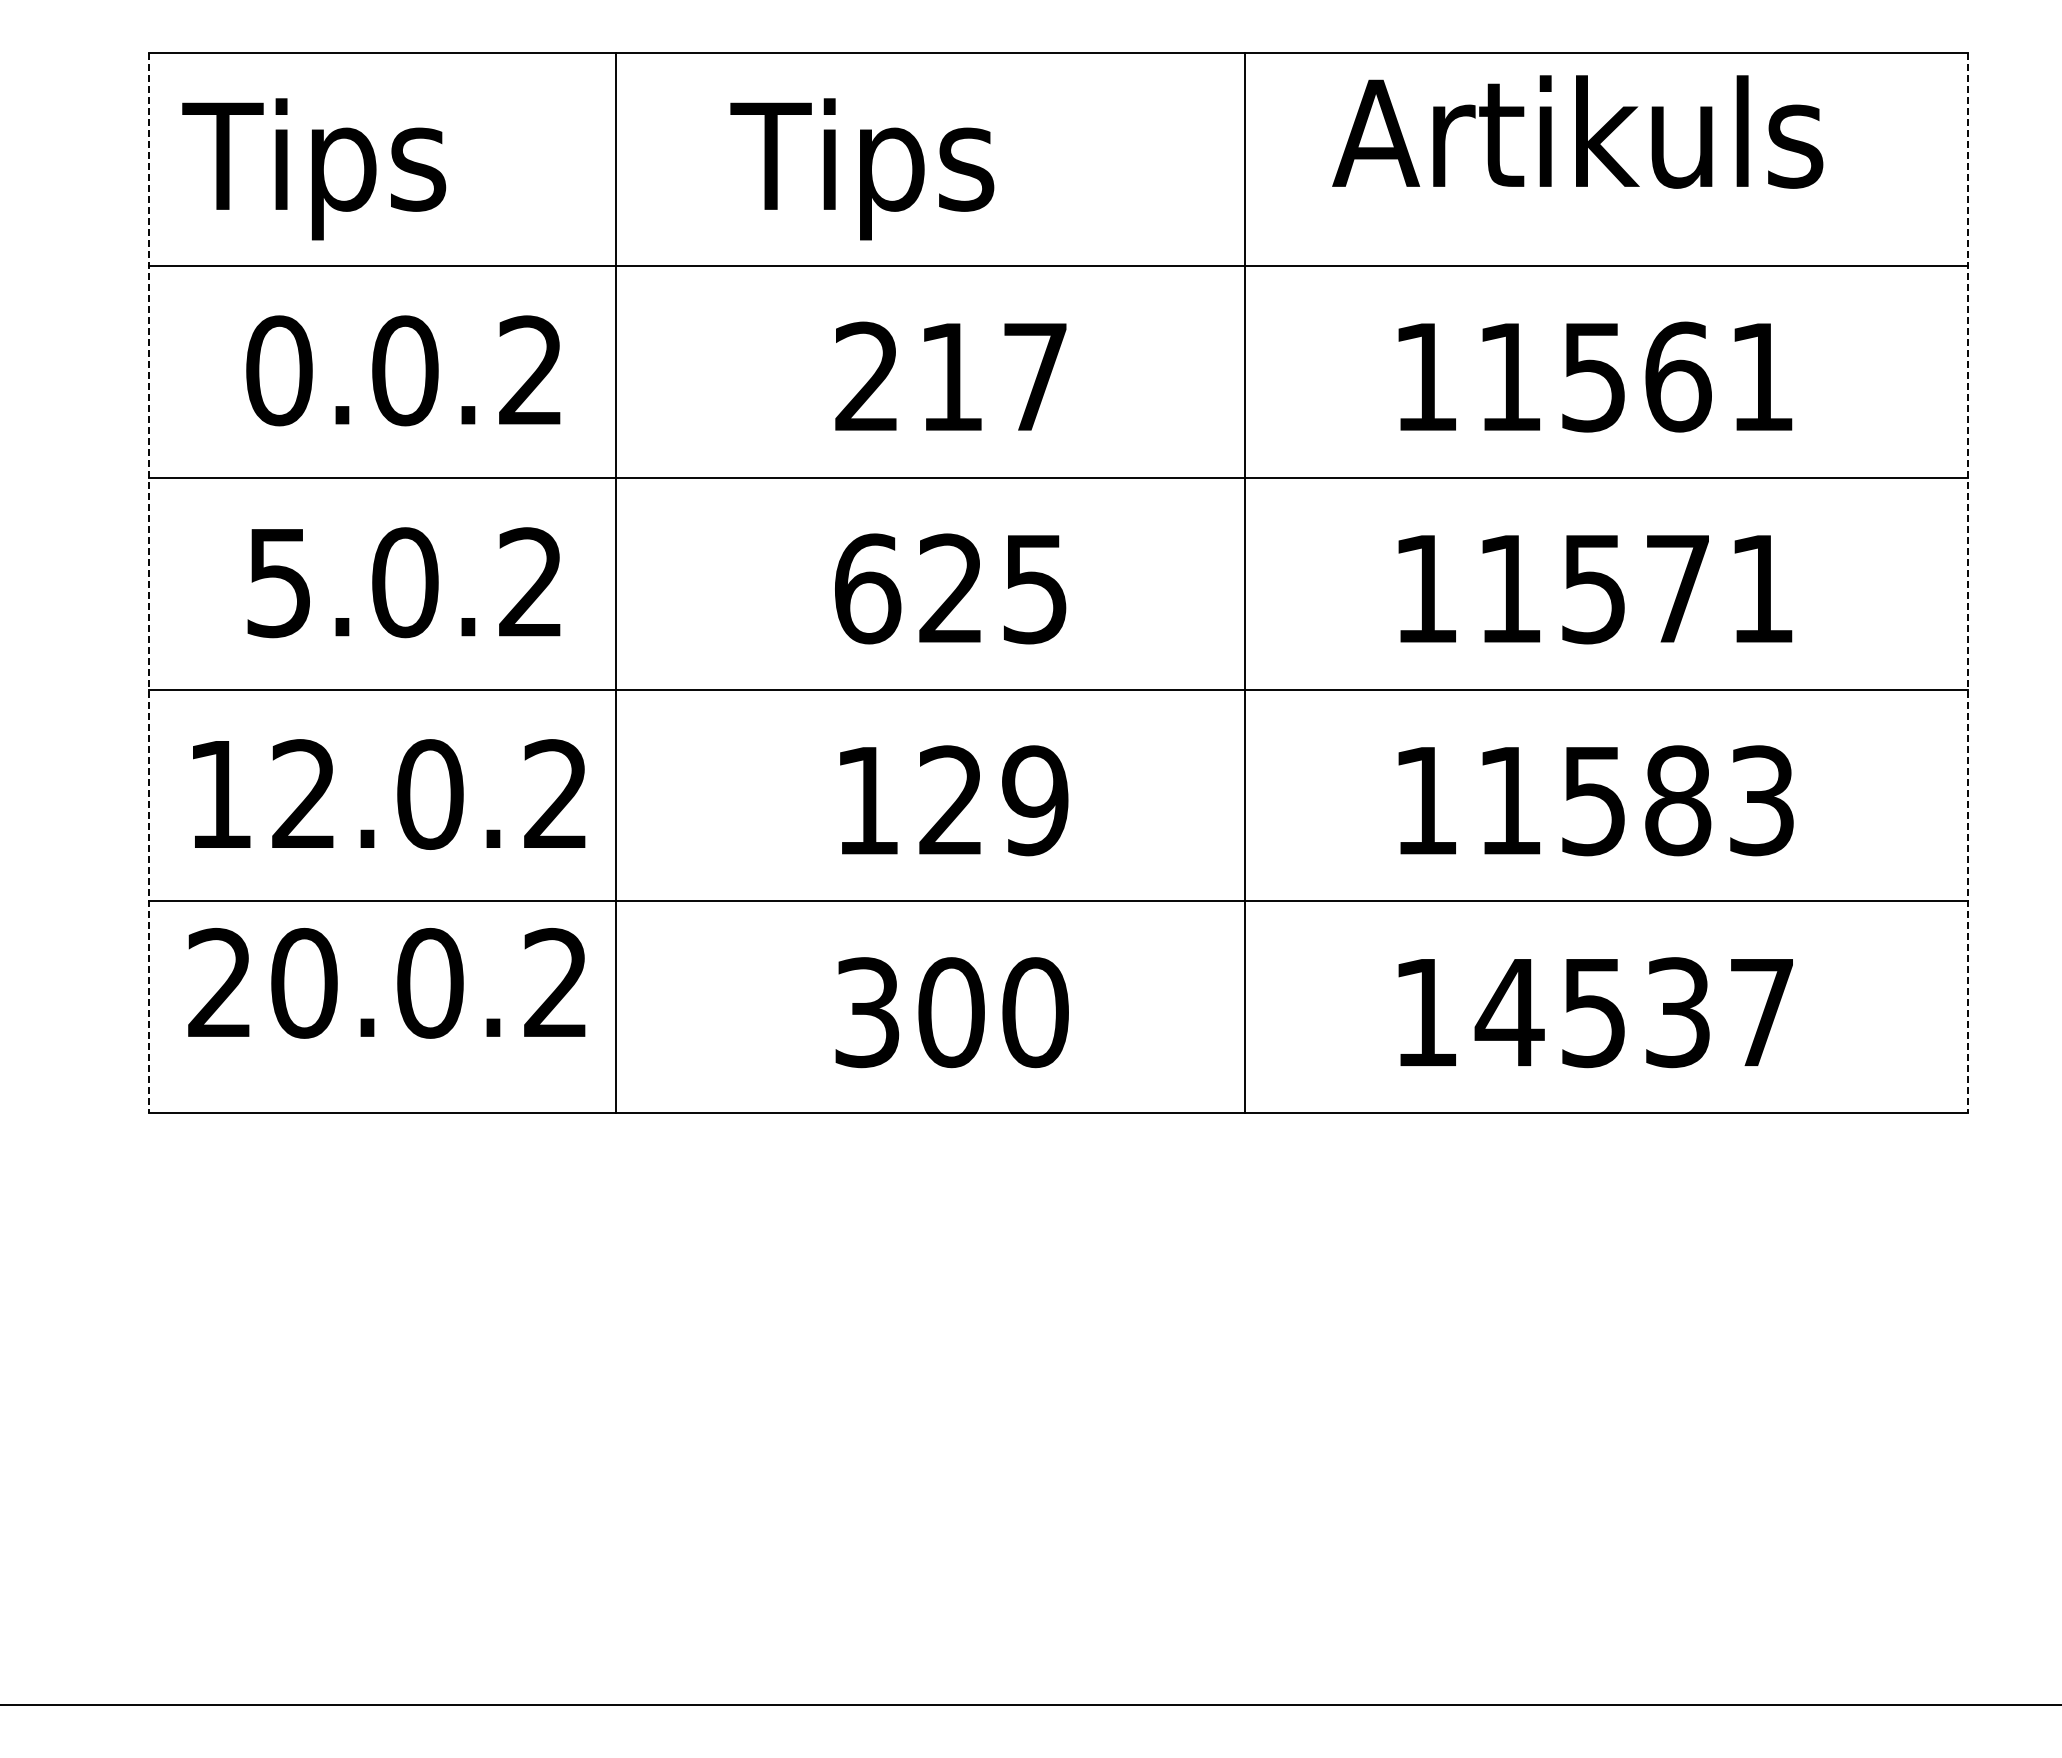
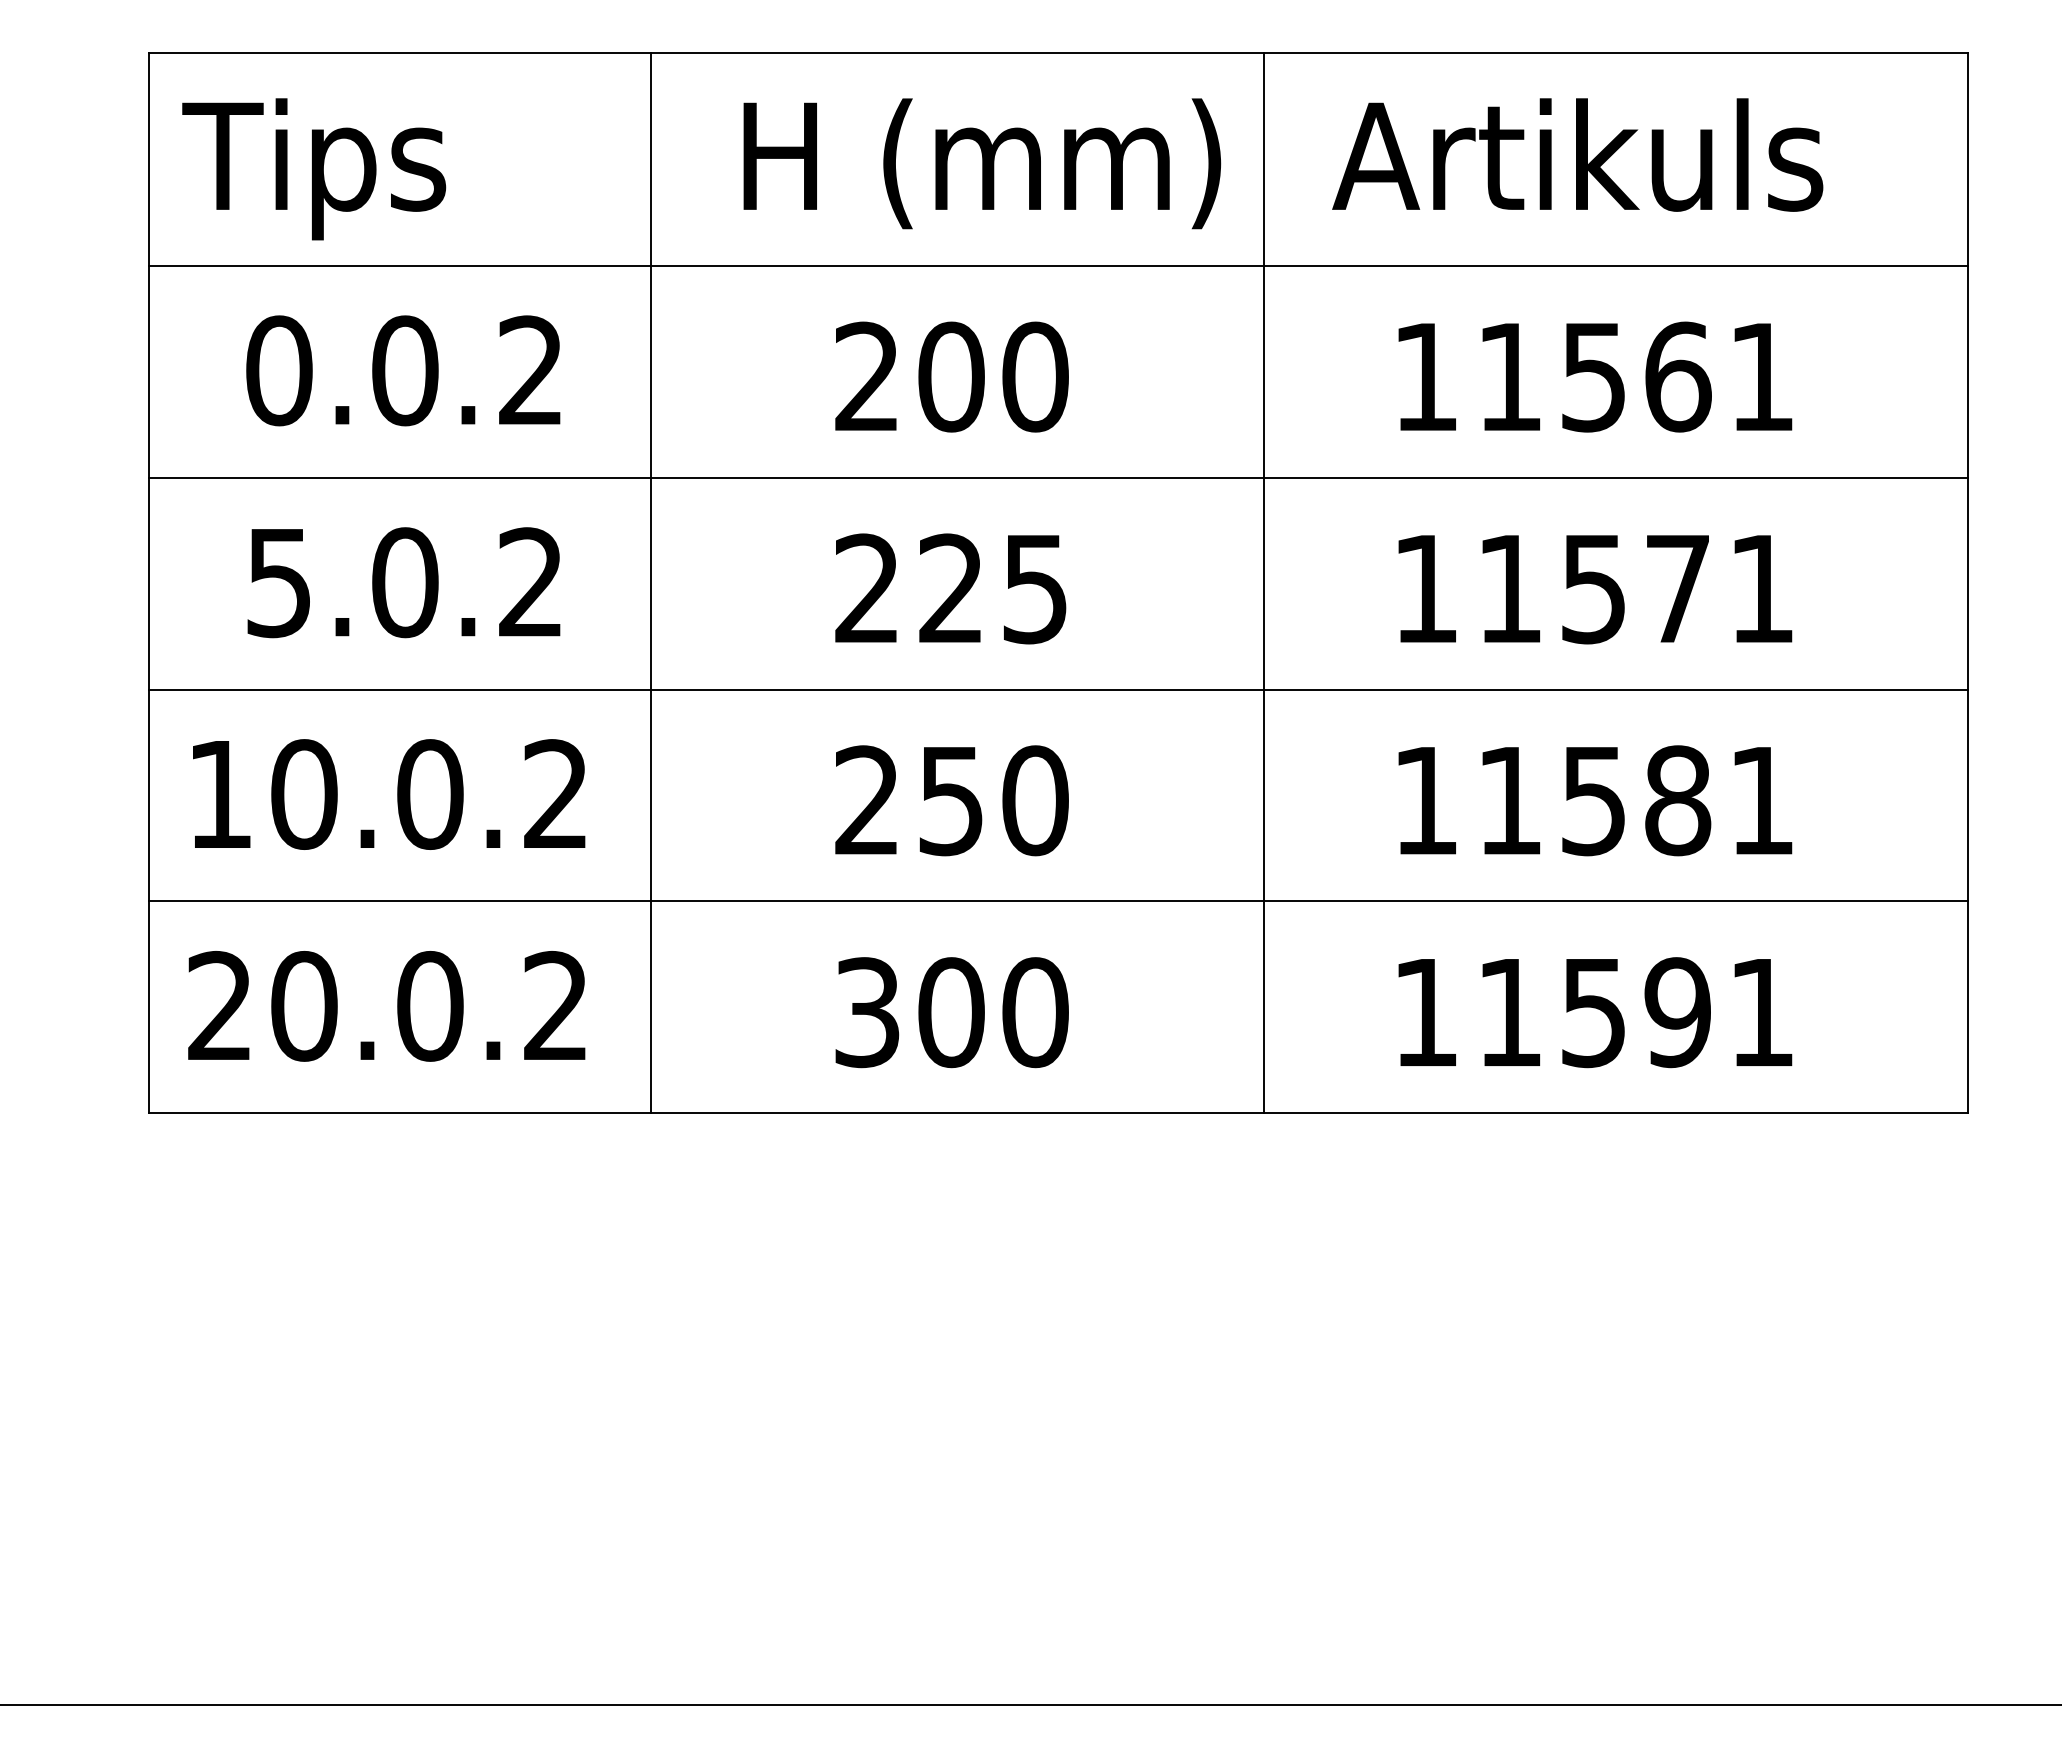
text at (1577, 131) position: (1577, 131) -> (1577, 154)
text at (975, 169): Tips -> H (mm)
text at (993, 376): 217 -> 200
line at (616, 582) position: (616, 582) -> (651, 582)
line at (1244, 582) position: (1244, 582) -> (1263, 582)
line at (149, 583): dashed -> solid
line at (1967, 583): dashed -> solid
text at (868, 588): 625 -> 225
text at (304, 794): 12.0.2 -> 10.0.2
text at (951, 800): 129 -> 250
text at (1761, 800): 11583 -> 11581
text at (386, 983) position: (386, 983) -> (386, 1006)
text at (1633, 1012): 14537 -> 11591
